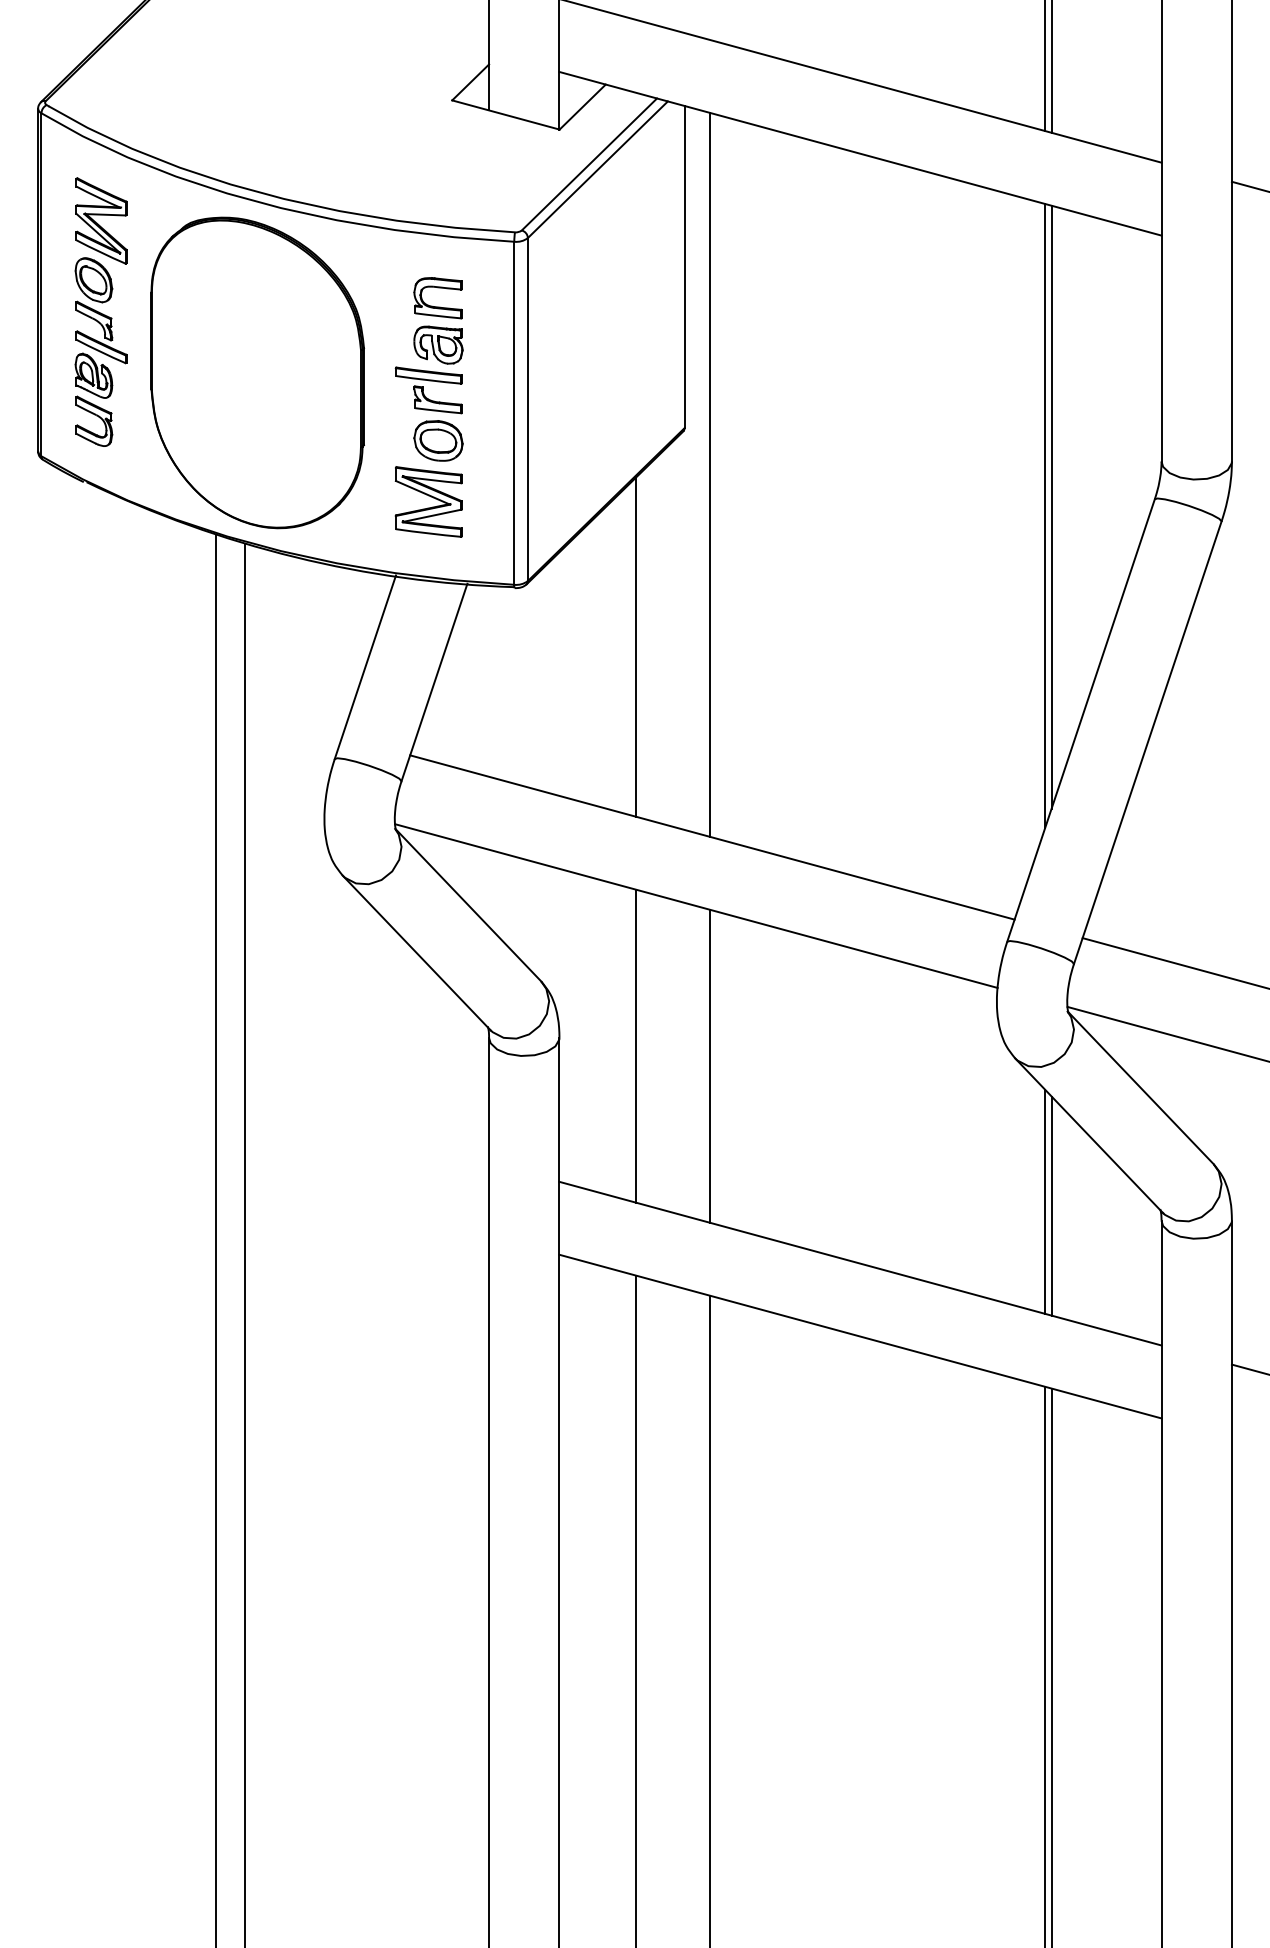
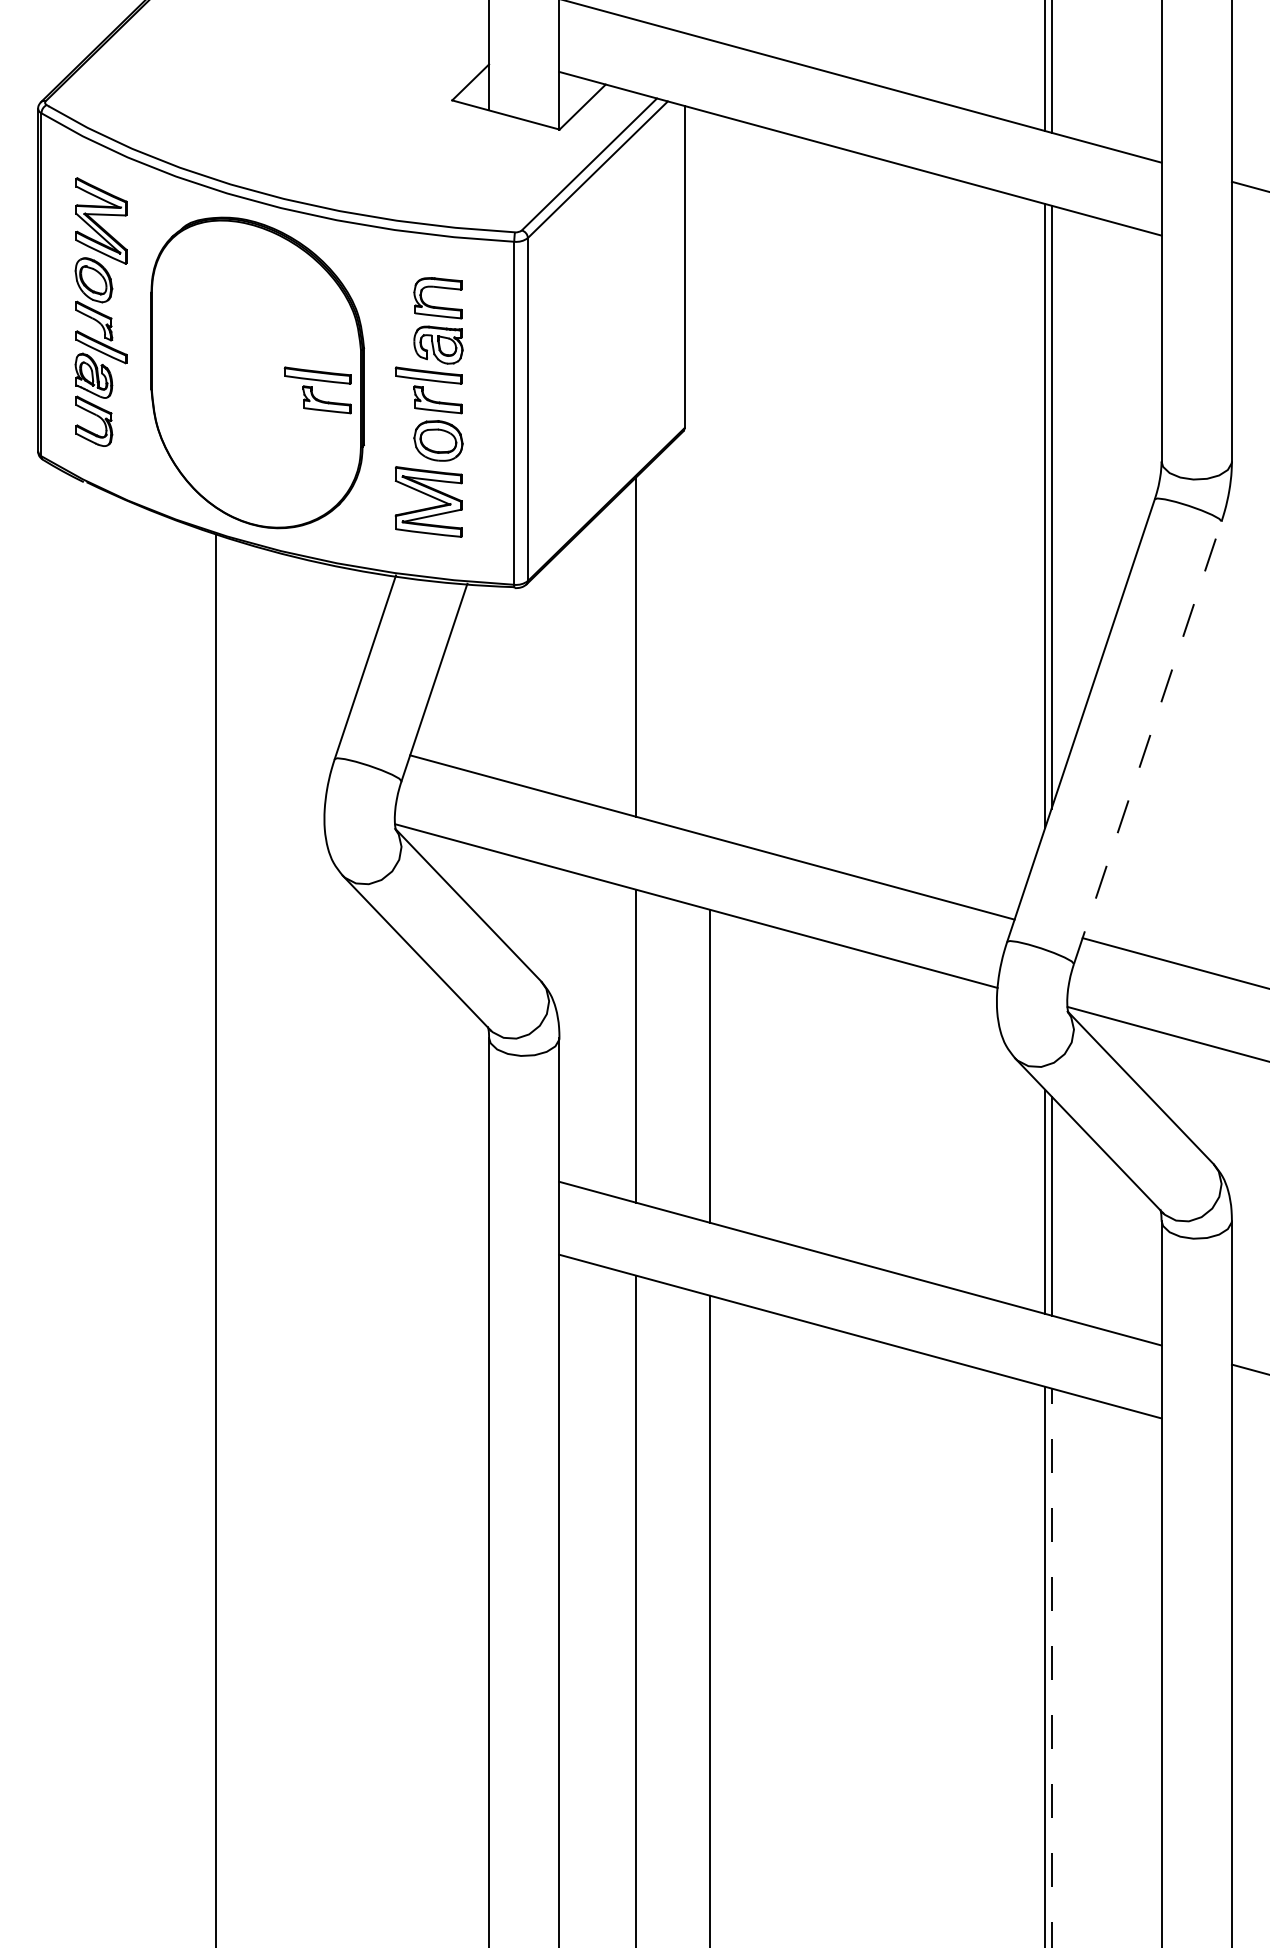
part at (317, 390): none -> present
line at (710, 474): present -> none
line at (1147, 742): solid -> dashed
line at (245, 1243): present -> none
line at (1051, 1667): solid -> dashed
